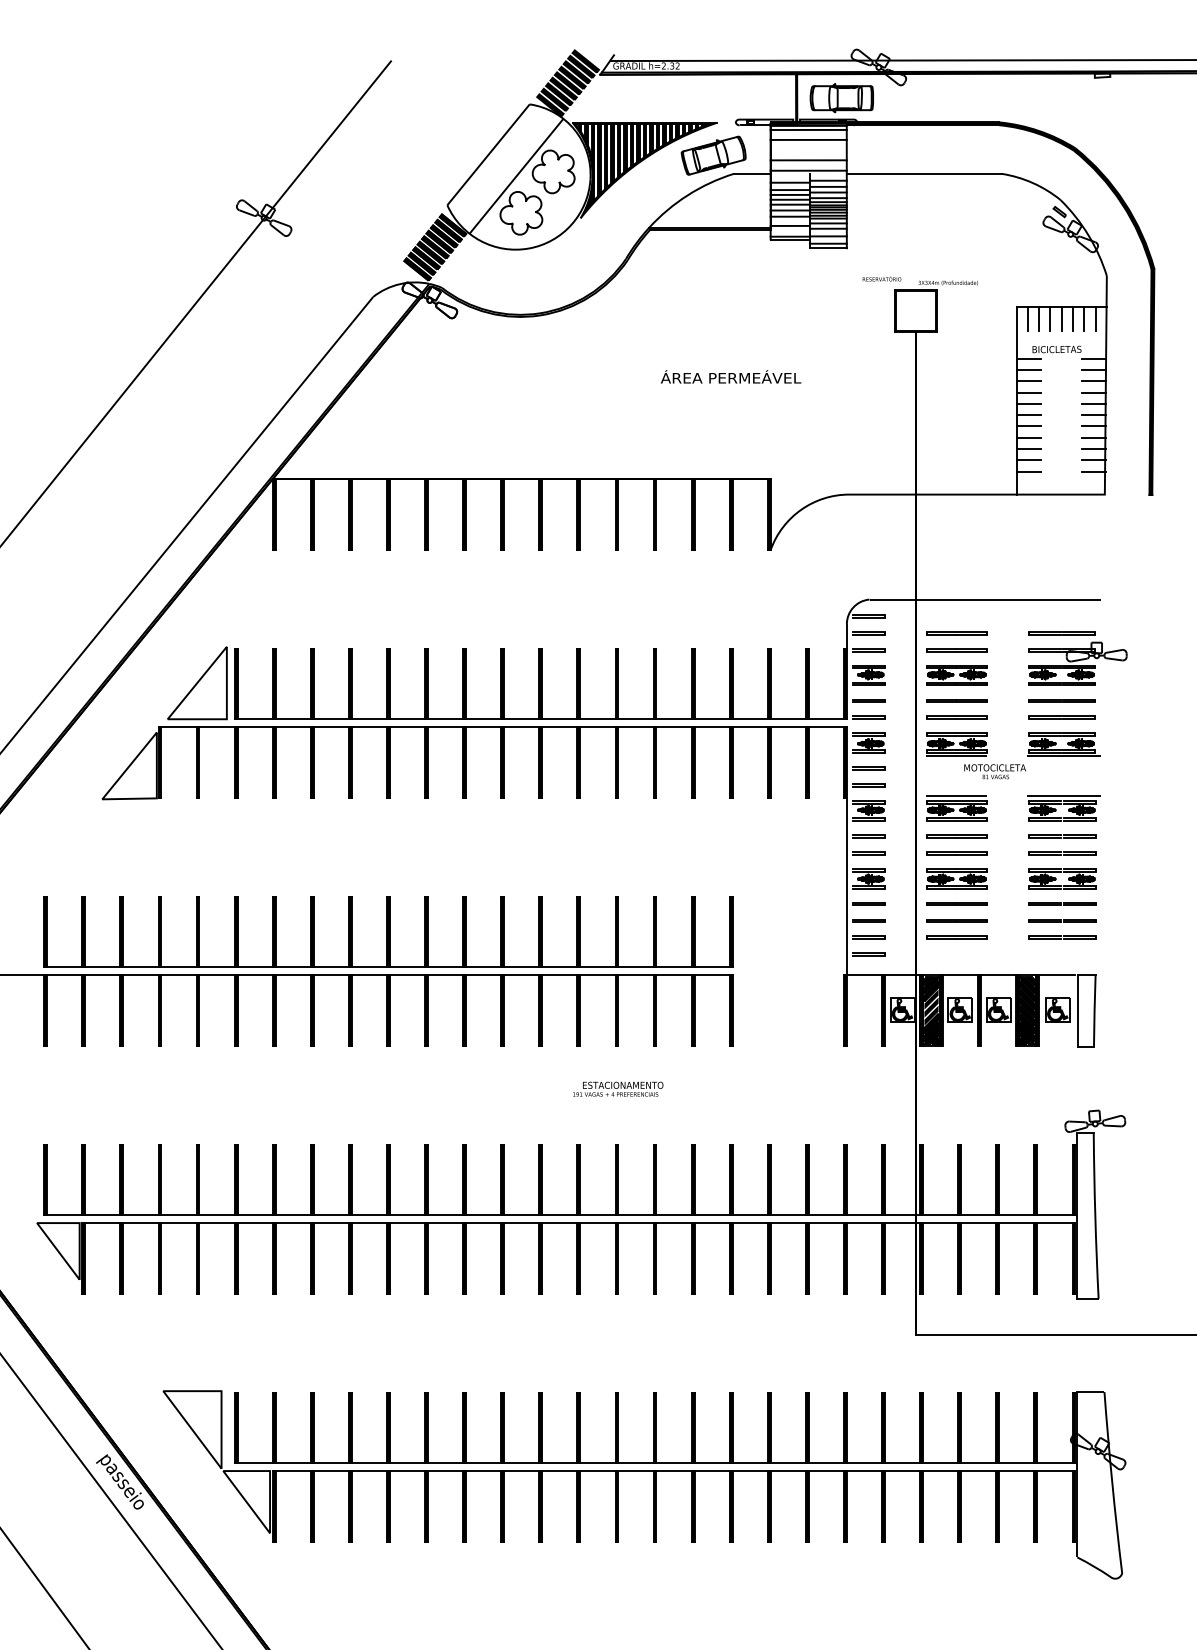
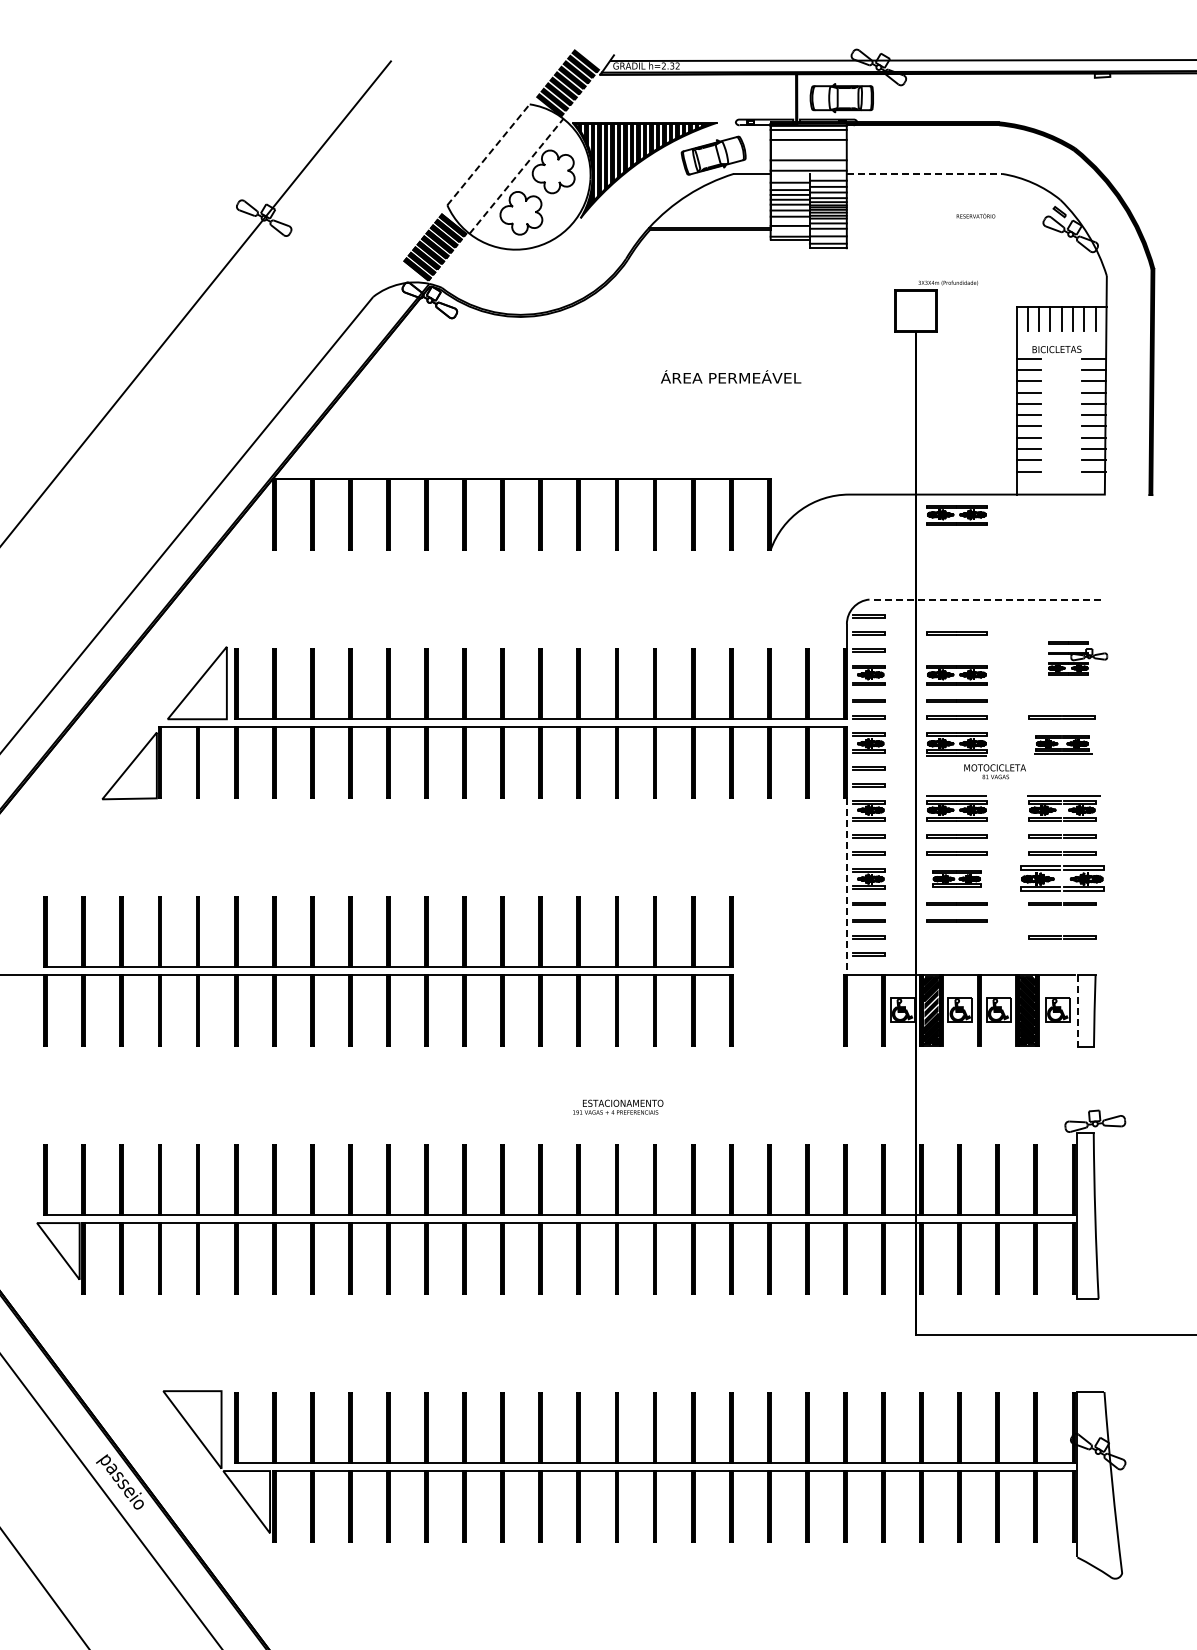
line at (488, 154): solid -> dashed
line at (924, 173): solid -> dashed
line at (516, 175): solid -> dashed
text at (881, 278) position: (881, 278) -> (975, 215)
part at (956, 515): none -> present
line at (985, 599): solid -> dashed
line at (956, 649): present -> none
part at (1077, 658) size: 100x55 px -> 61x35 px
line at (1061, 700): present -> none
part at (1063, 744) size: 74x25 px -> 59x20 px
part at (956, 878) size: 62x22 px -> 50x18 px
part at (1062, 878) size: 69x22 px -> 85x27 px
line at (846, 886): solid -> dashed
line at (1061, 920): present -> none
line at (956, 936): present -> none
line at (1078, 1011): solid -> dashed
text at (618, 1088) position: (618, 1088) -> (618, 1106)
